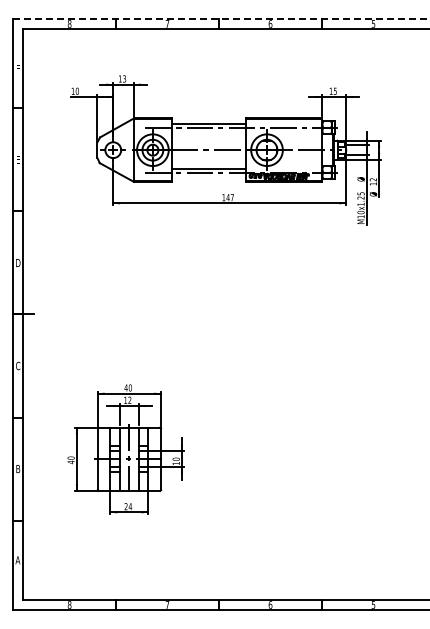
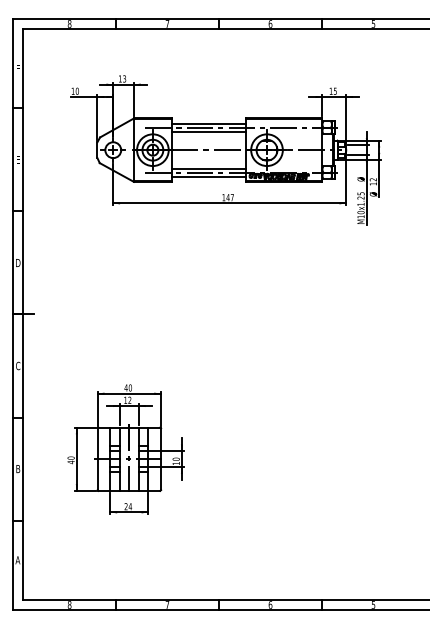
line at (221, 18): dashed -> solid
line at (208, 131): none -> present
line at (208, 176): none -> present
